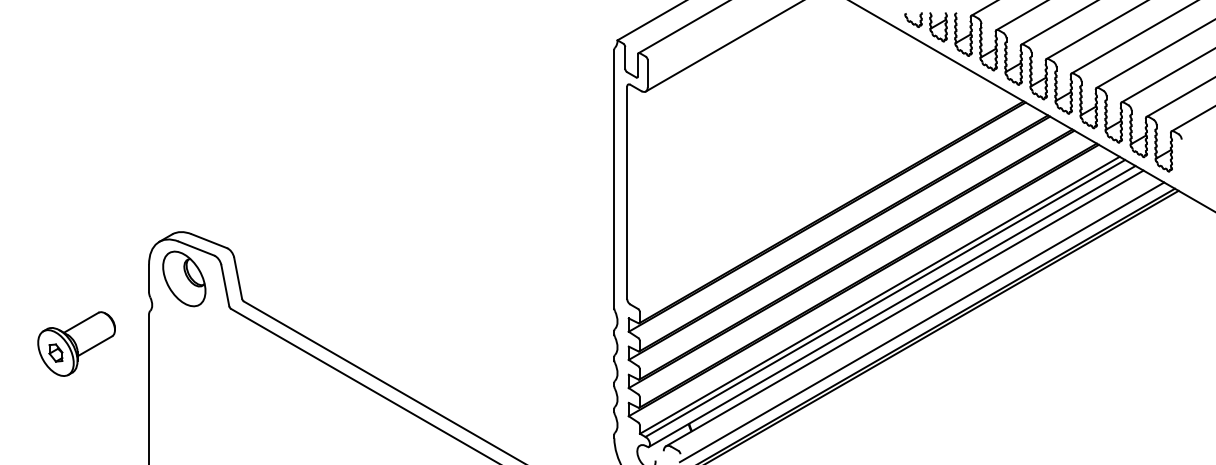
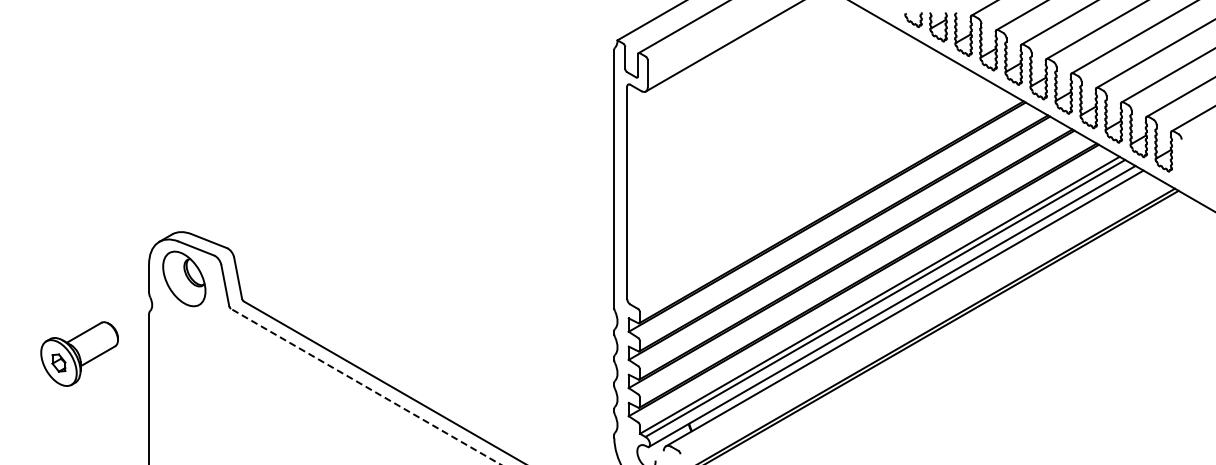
line at (922, 321): present -> none
part at (76, 343) position: (76, 343) -> (79, 353)
line at (366, 386): solid -> dashed
